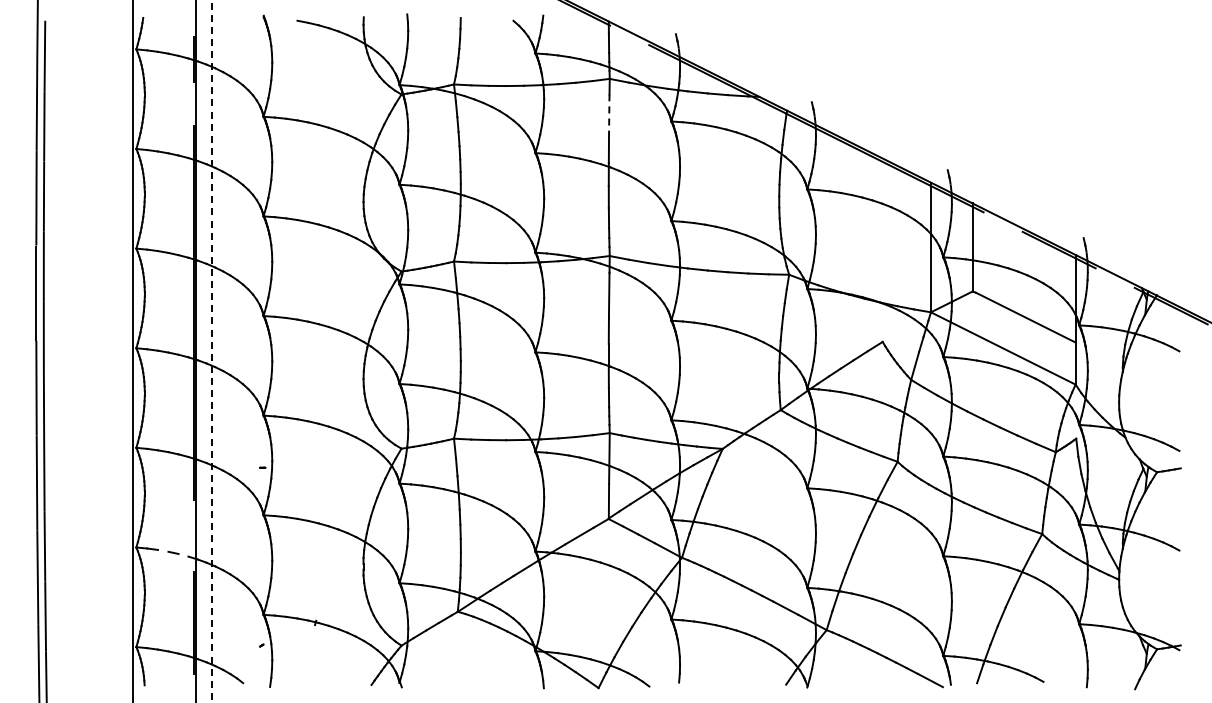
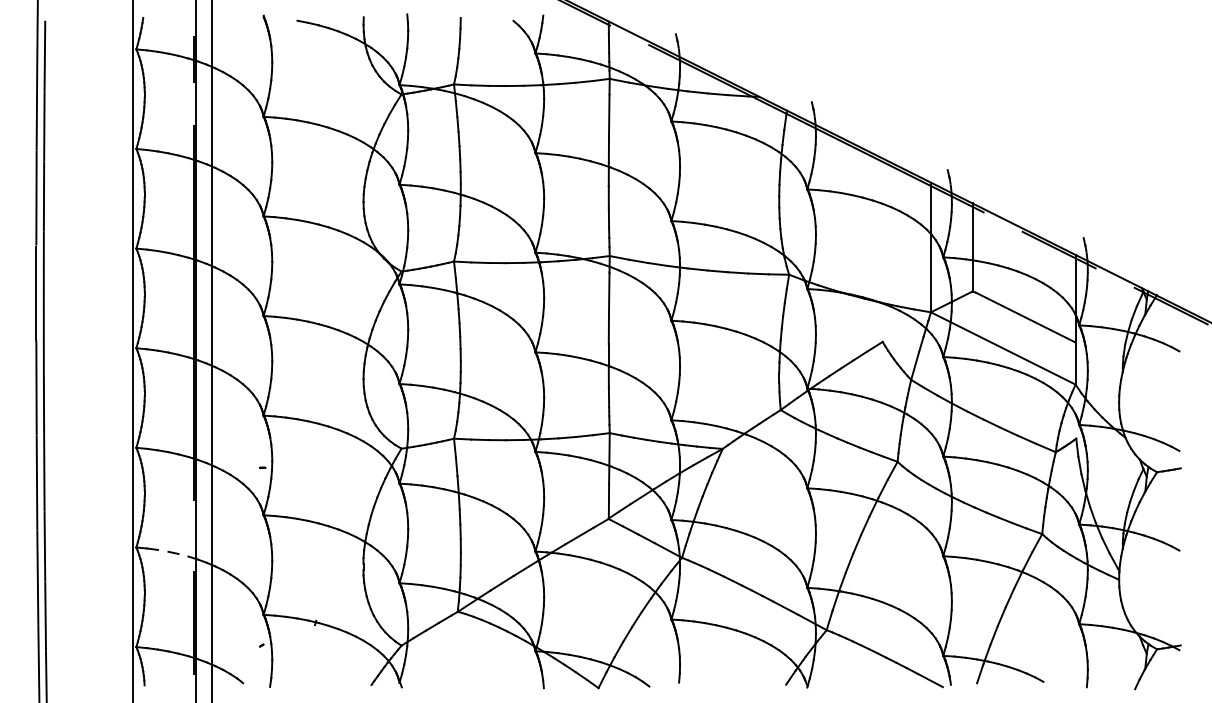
line at (609, 115): dashed -> solid
line at (212, 351): dashed -> solid
